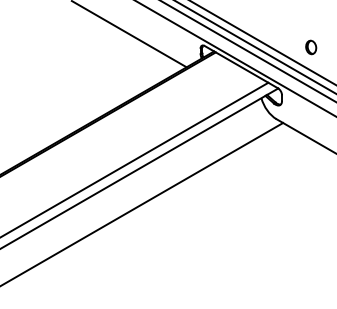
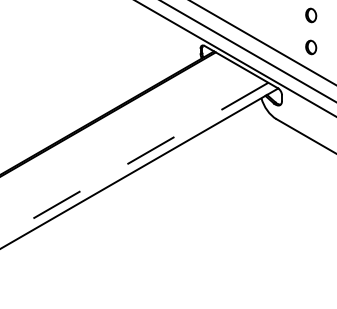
part at (311, 15): none -> present
line at (129, 34): present -> none
line at (255, 47): present -> none
line at (134, 160): solid -> dashed
line at (142, 204): present -> none
